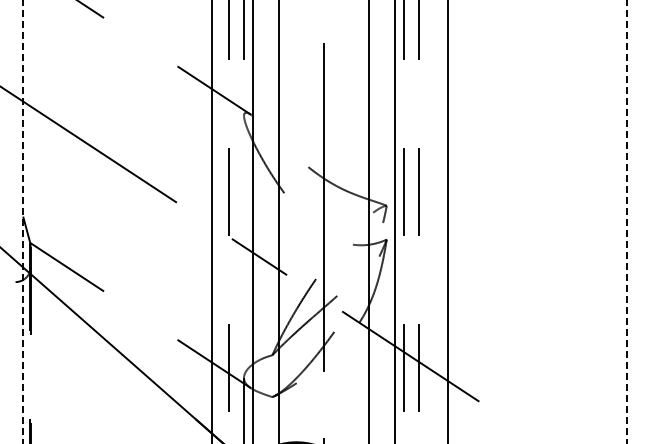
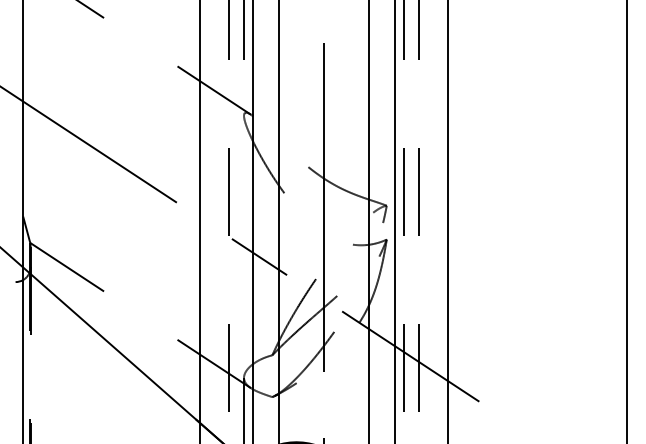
line at (23, 221): dashed -> solid
line at (212, 221) position: (212, 221) -> (200, 221)
line at (626, 221): dashed -> solid
